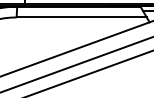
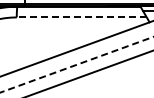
line at (81, 17): solid -> dashed
line at (77, 64): solid -> dashed
